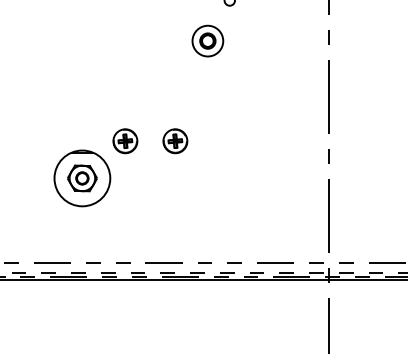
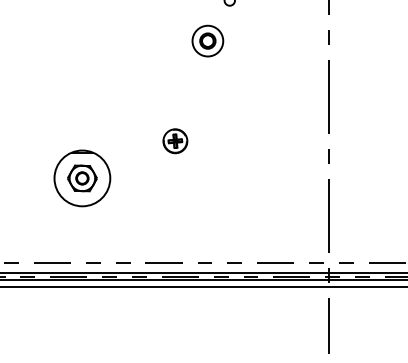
part at (125, 141): present -> none
line at (204, 272): dashed -> solid
line at (203, 287): none -> present
